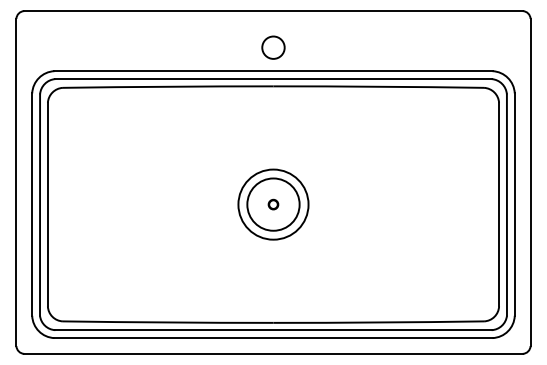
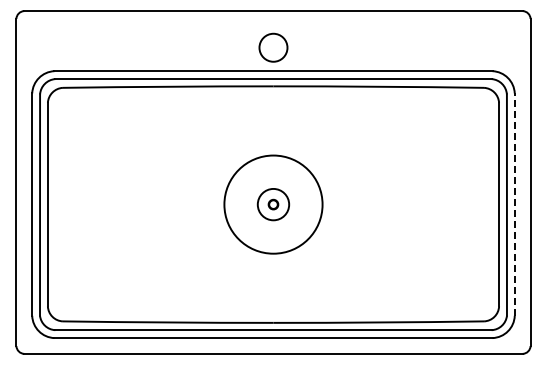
circle at (273, 47) size: 25x25 px -> 31x31 px
circle at (273, 204) diameter: 52 px -> 31 px
circle at (273, 204) diameter: 70 px -> 98 px
line at (514, 204): solid -> dashed
